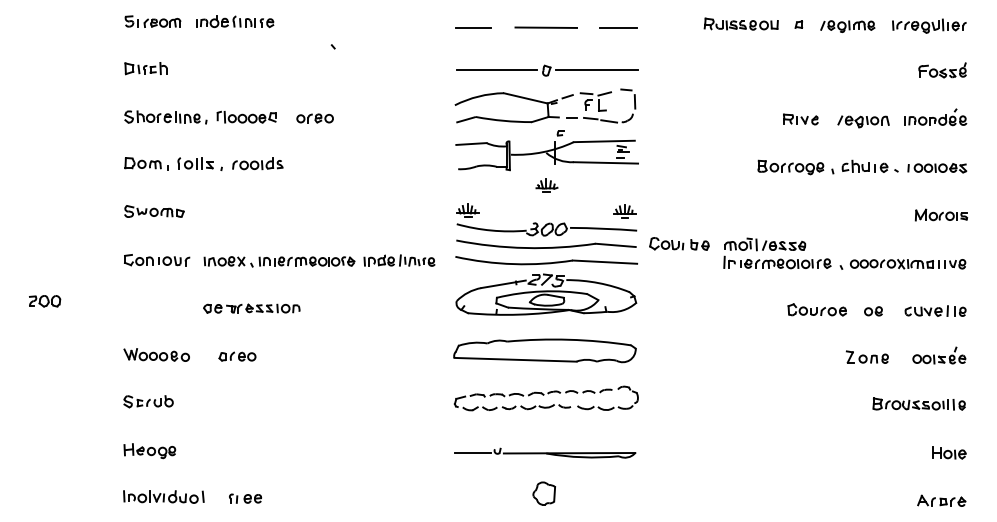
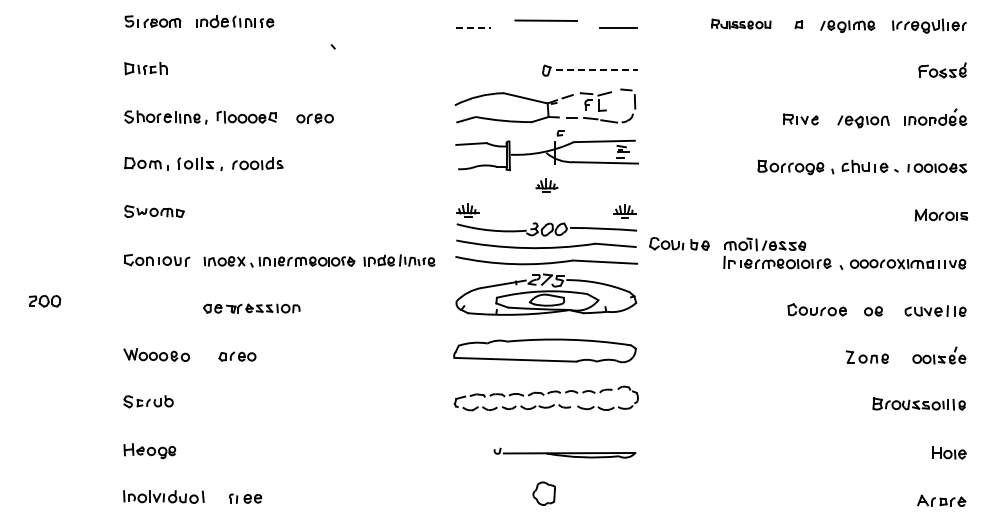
part at (740, 23) size: 76x14 px -> 61x12 px
line at (474, 27): solid -> dashed
line at (545, 27) position: (545, 27) -> (545, 20)
line at (597, 69): solid -> dashed
line at (496, 70): present -> none
line at (472, 453): present -> none
